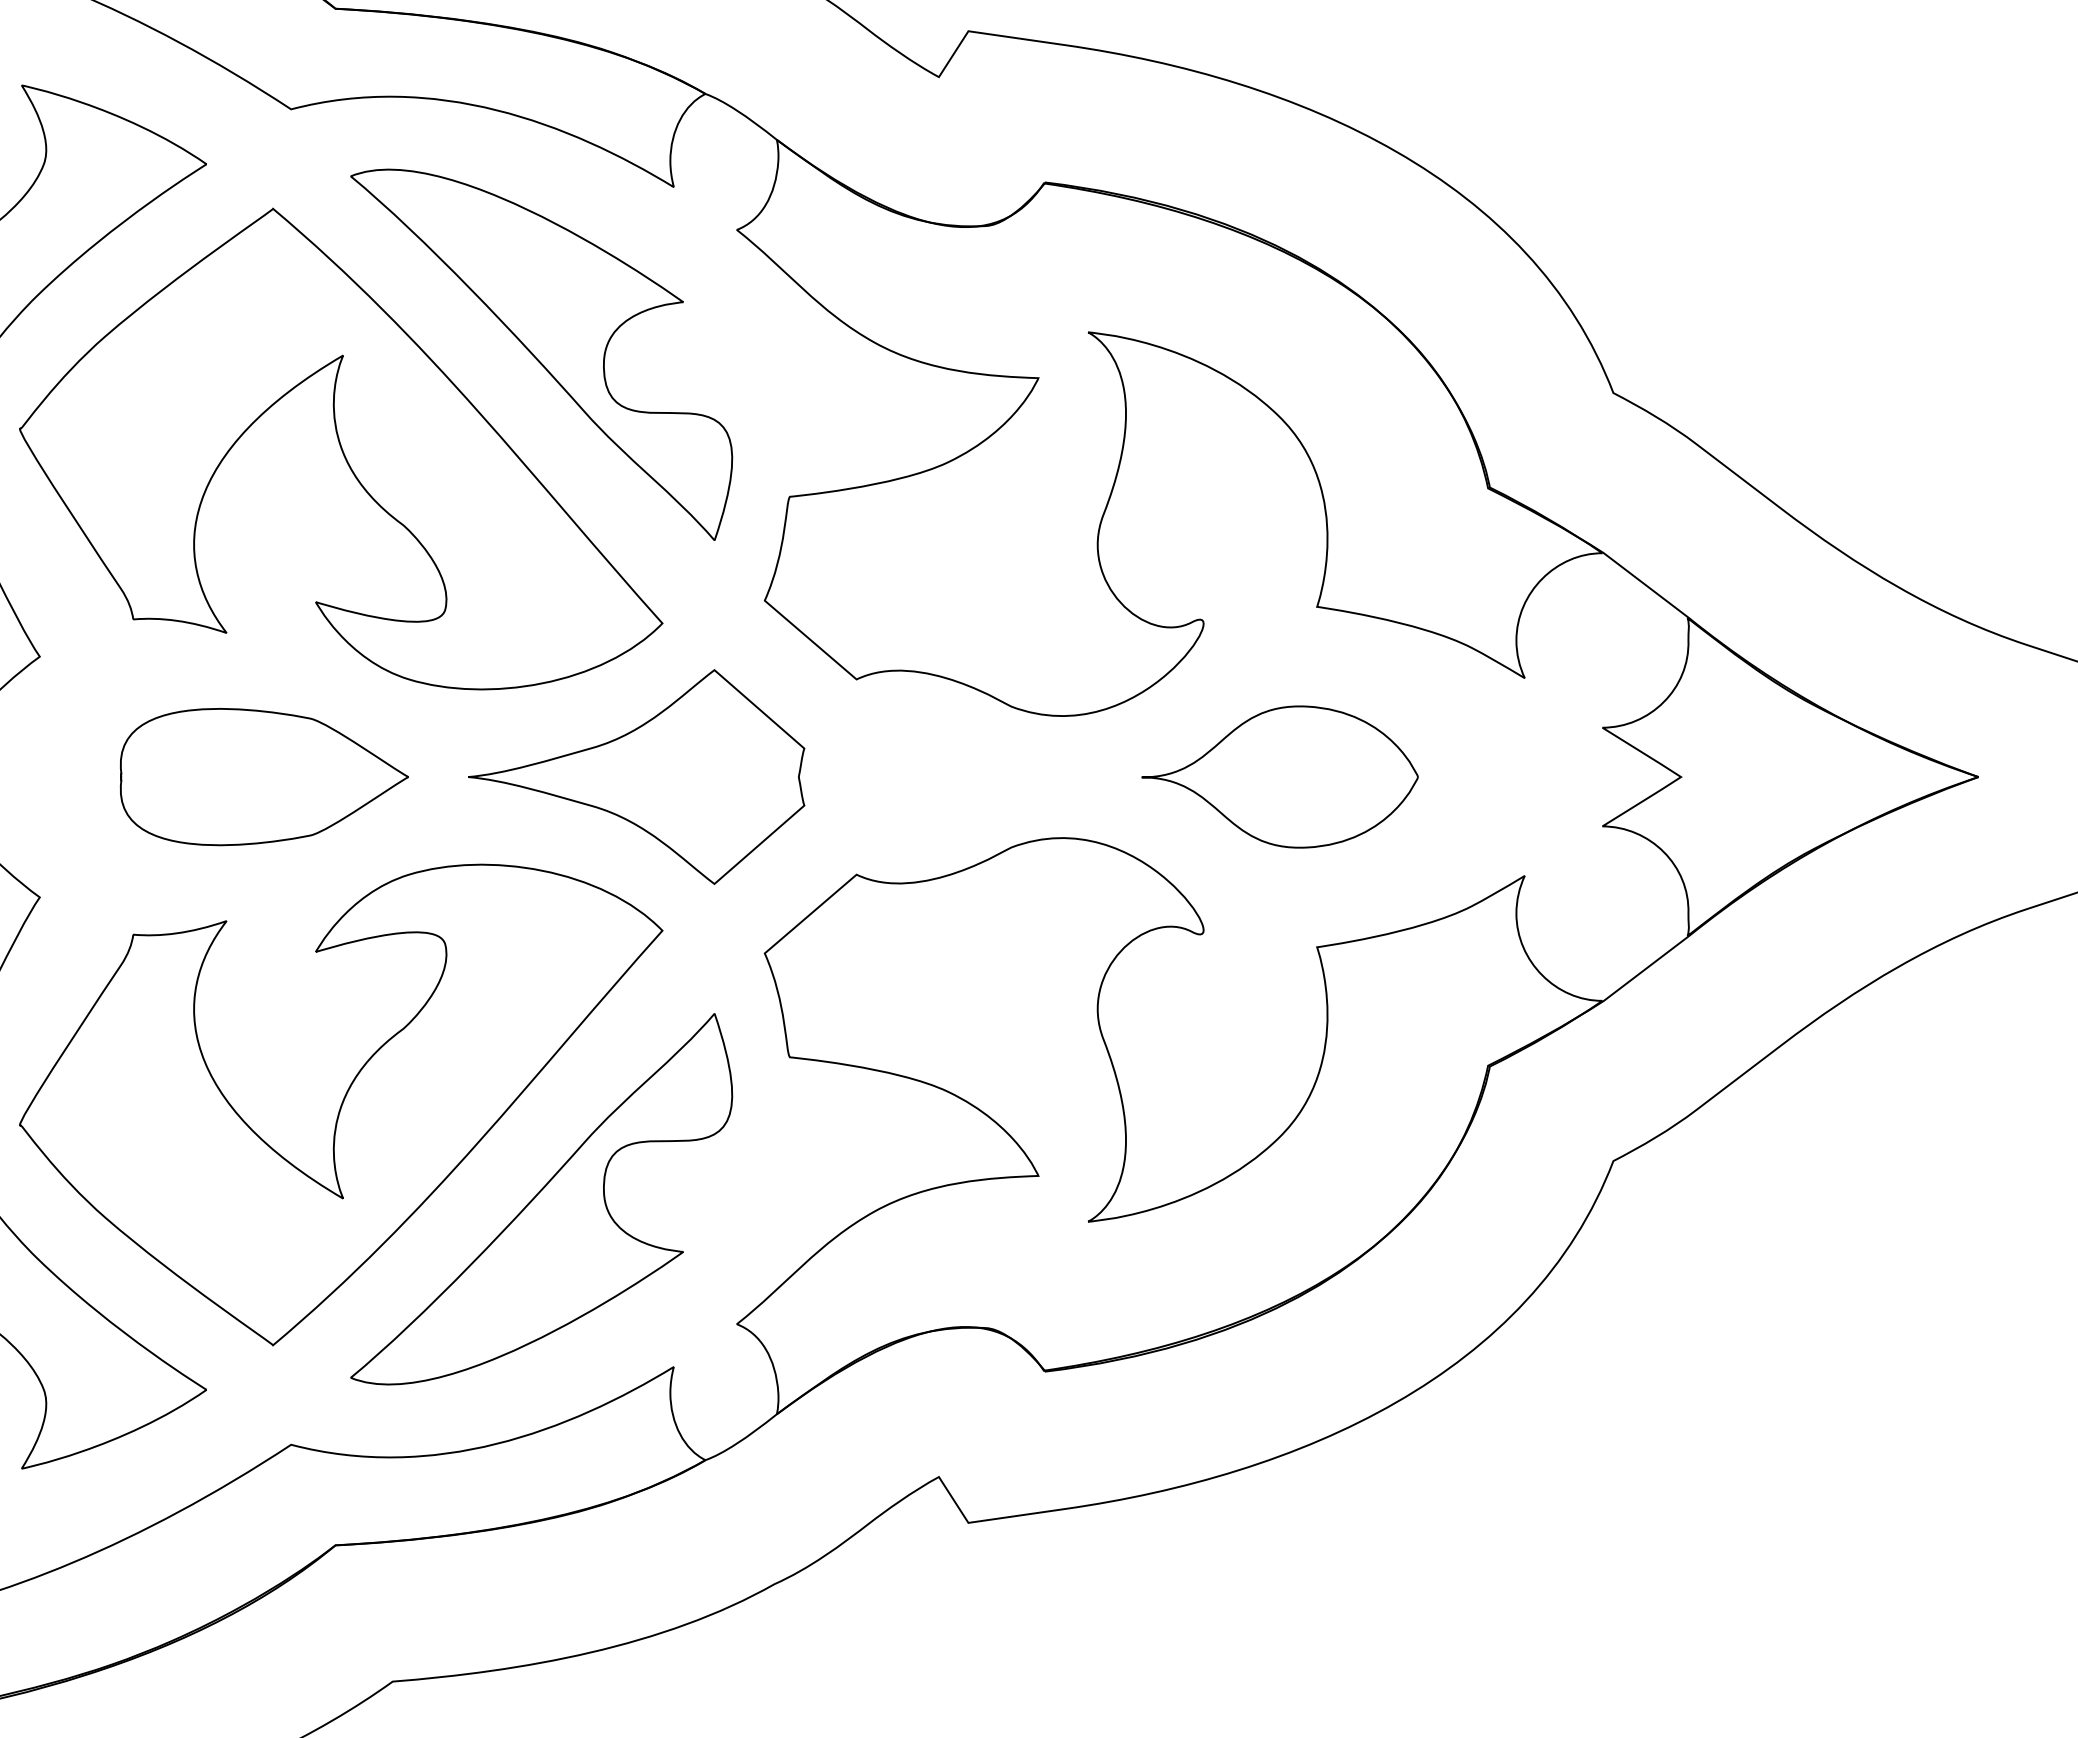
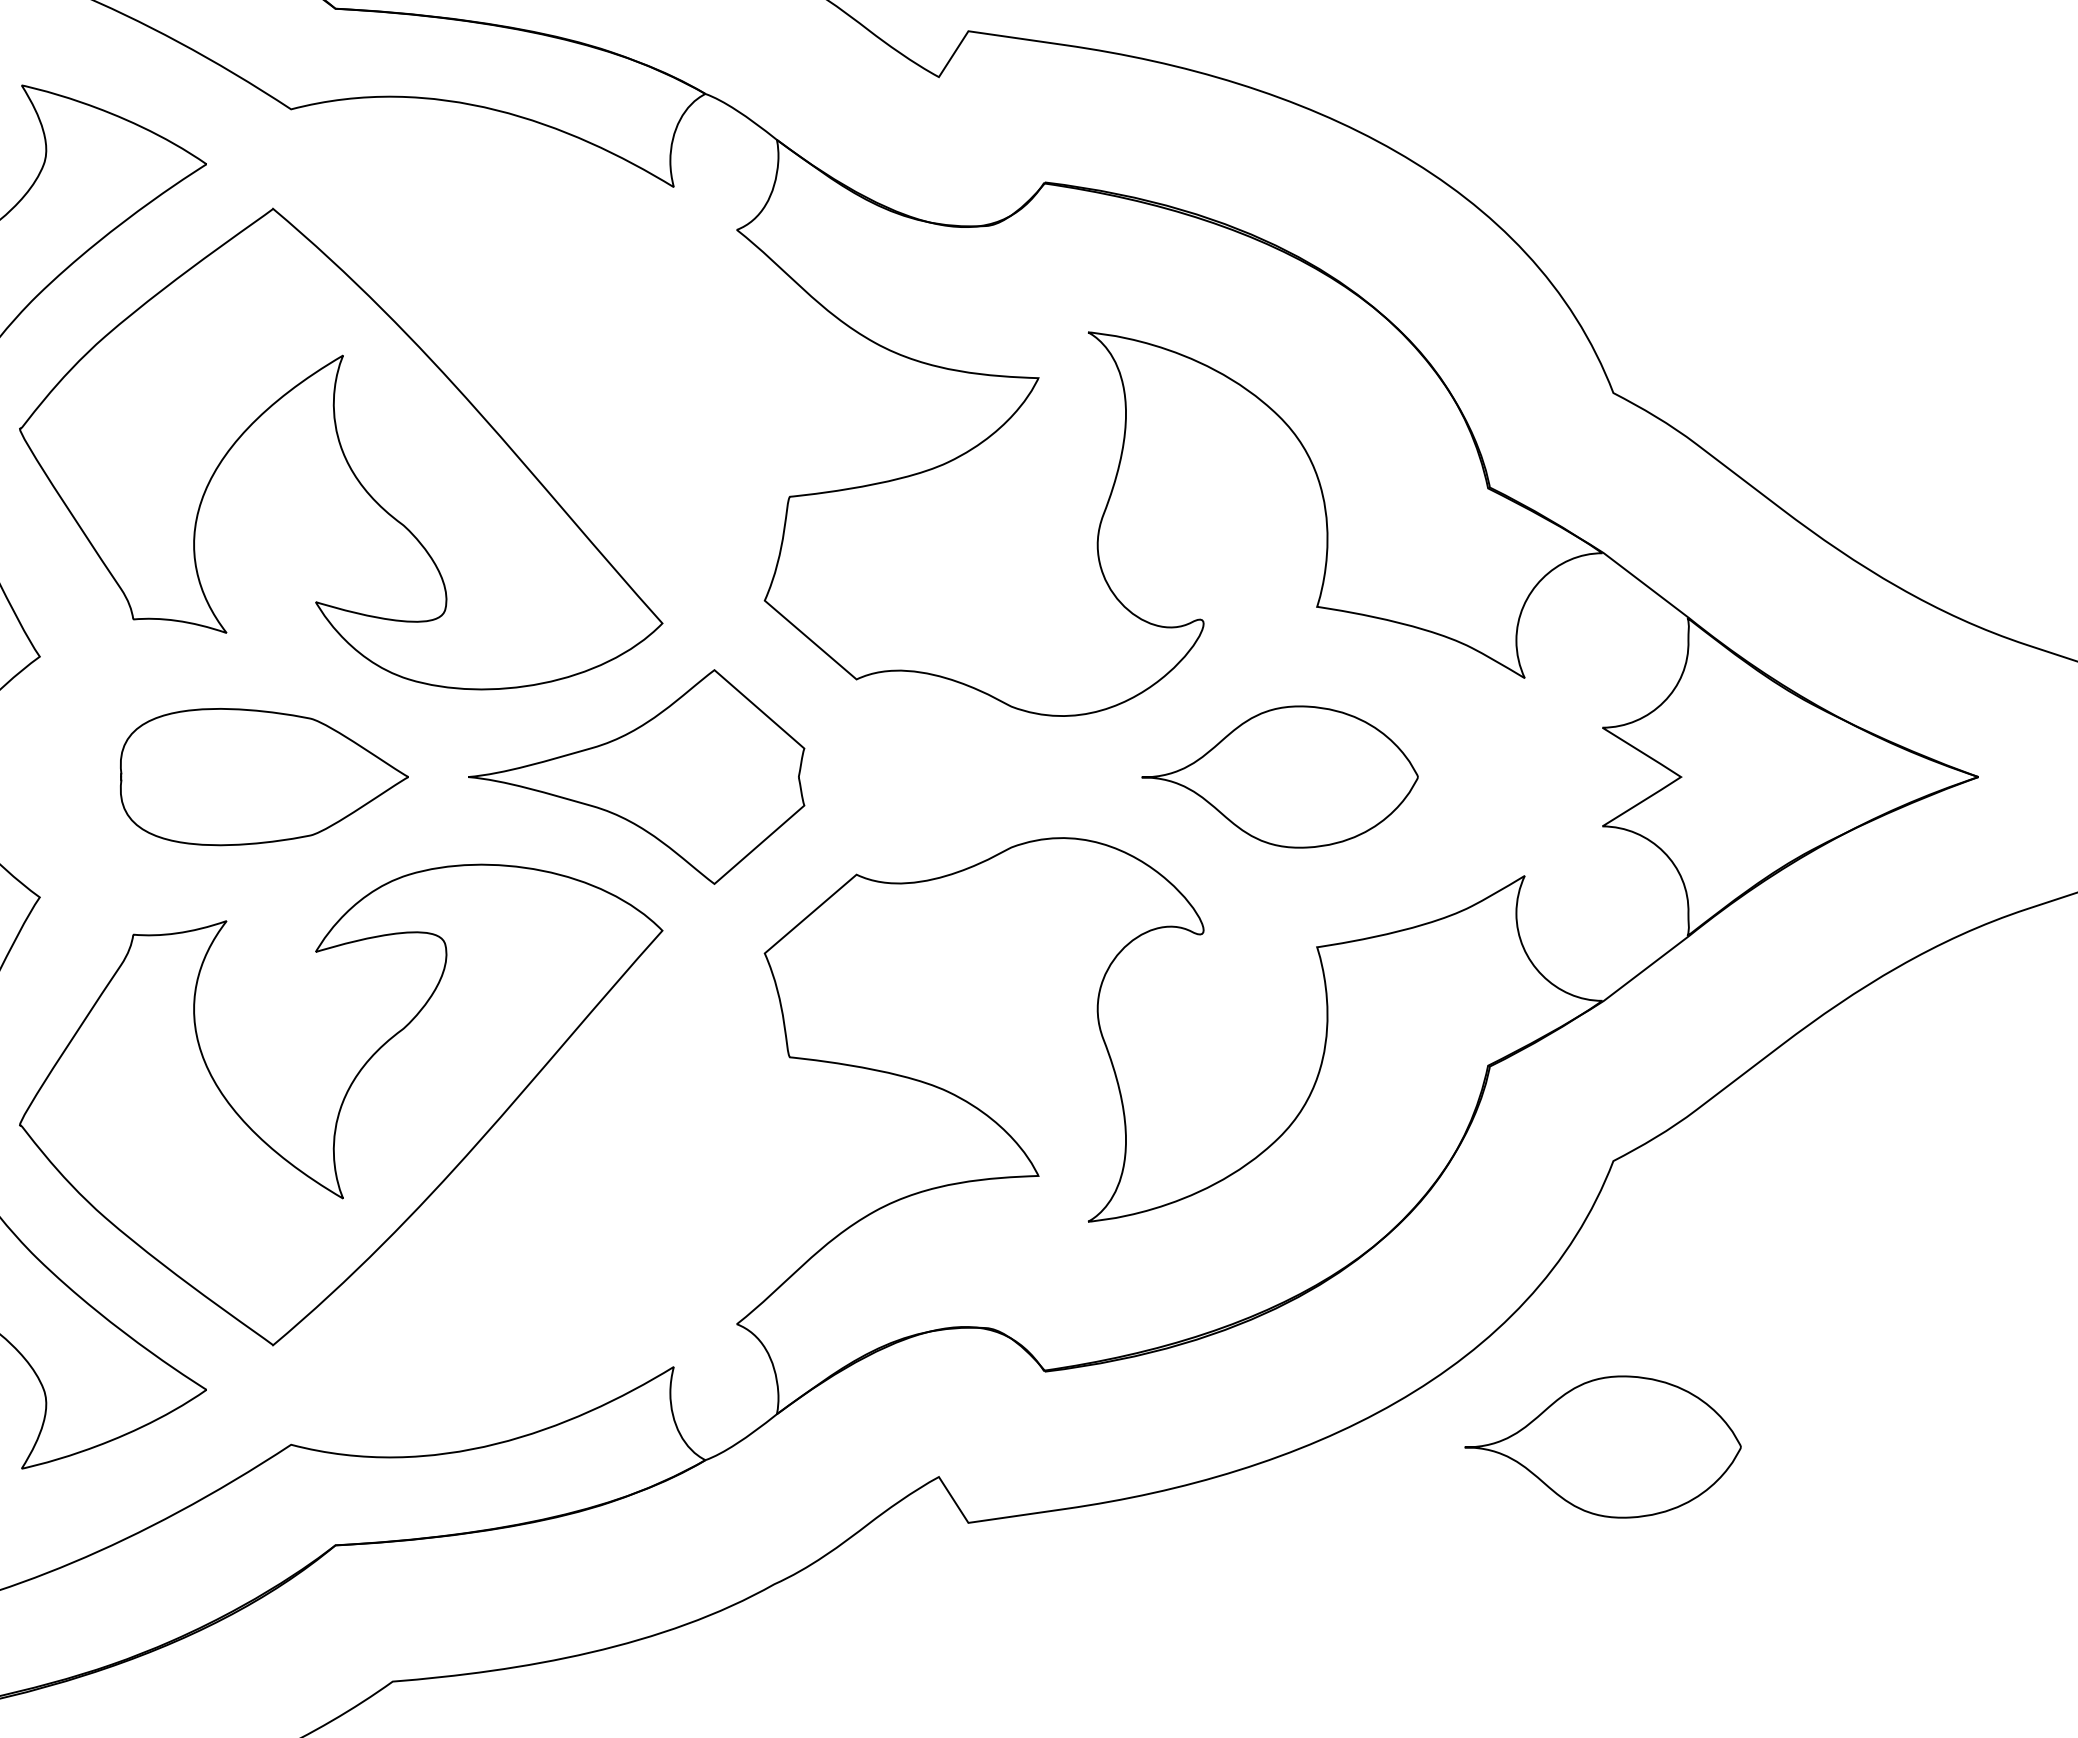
part at (541, 354): present -> none
part at (541, 1199): present -> none
part at (1602, 1446): none -> present
